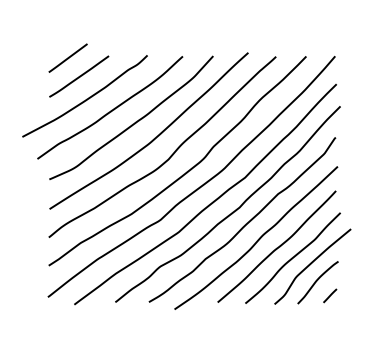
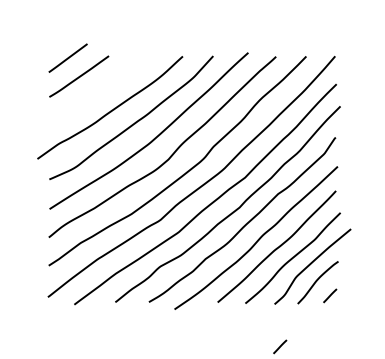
curve at (86, 98): present -> none
line at (280, 346): none -> present
